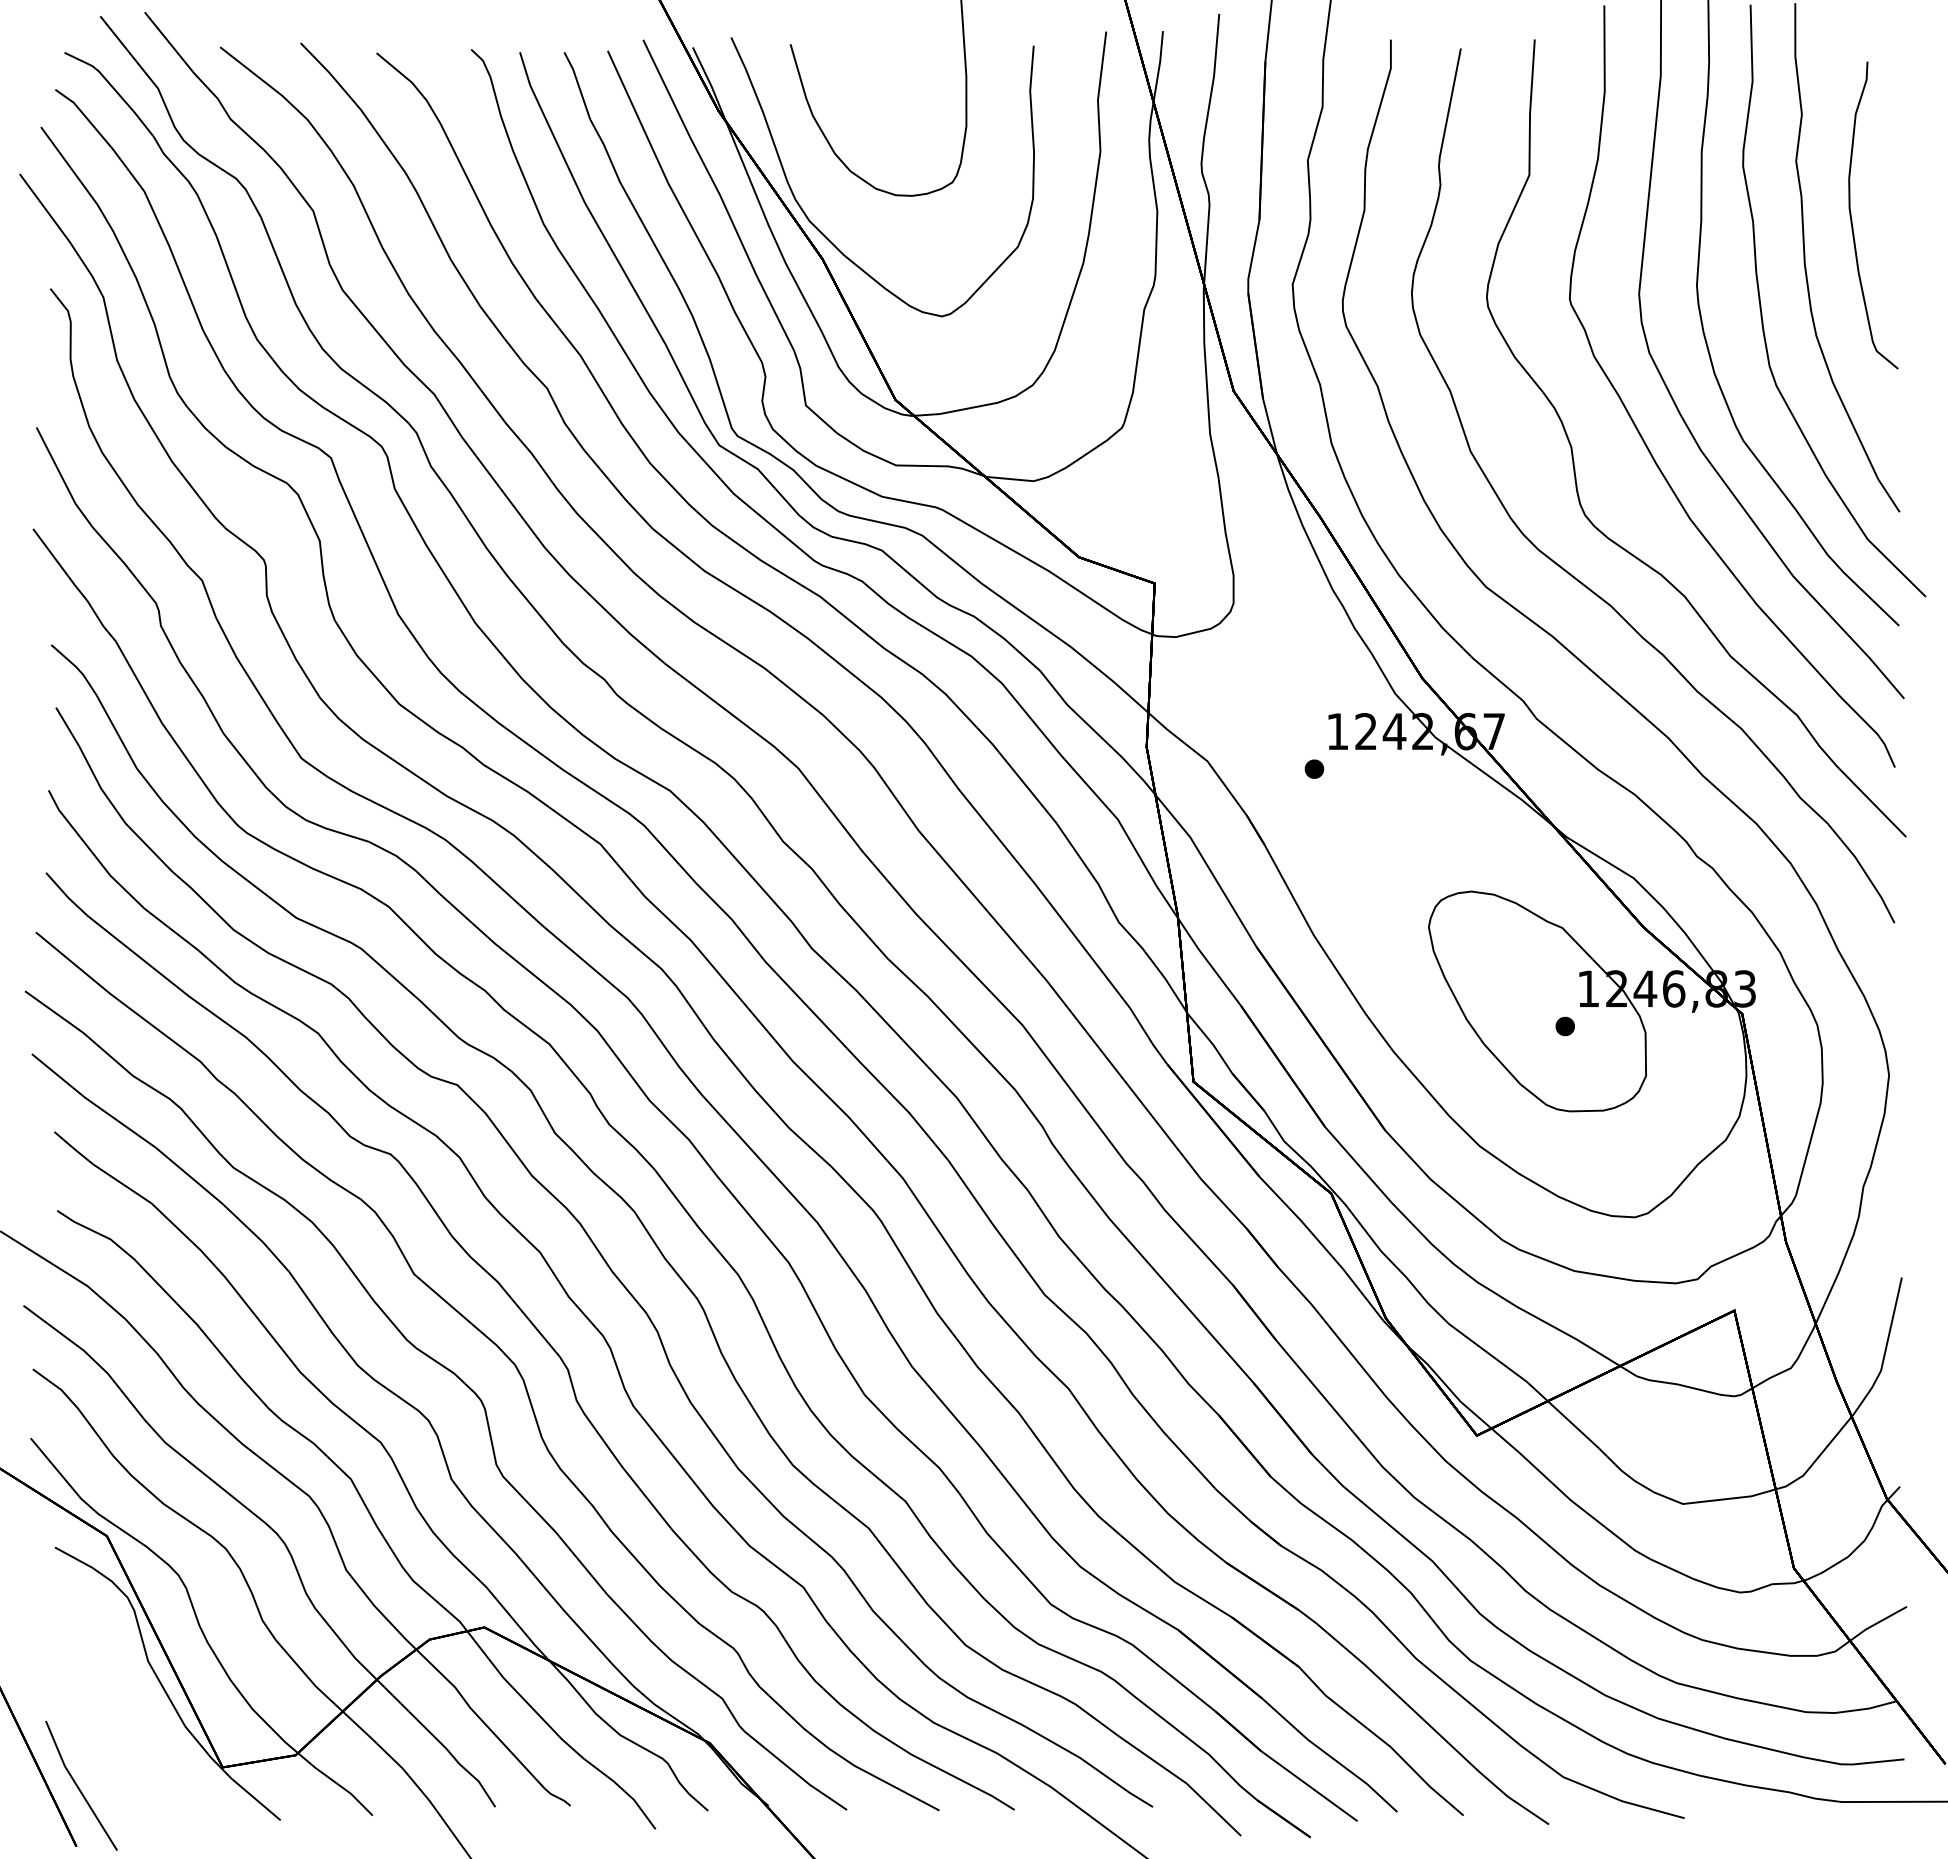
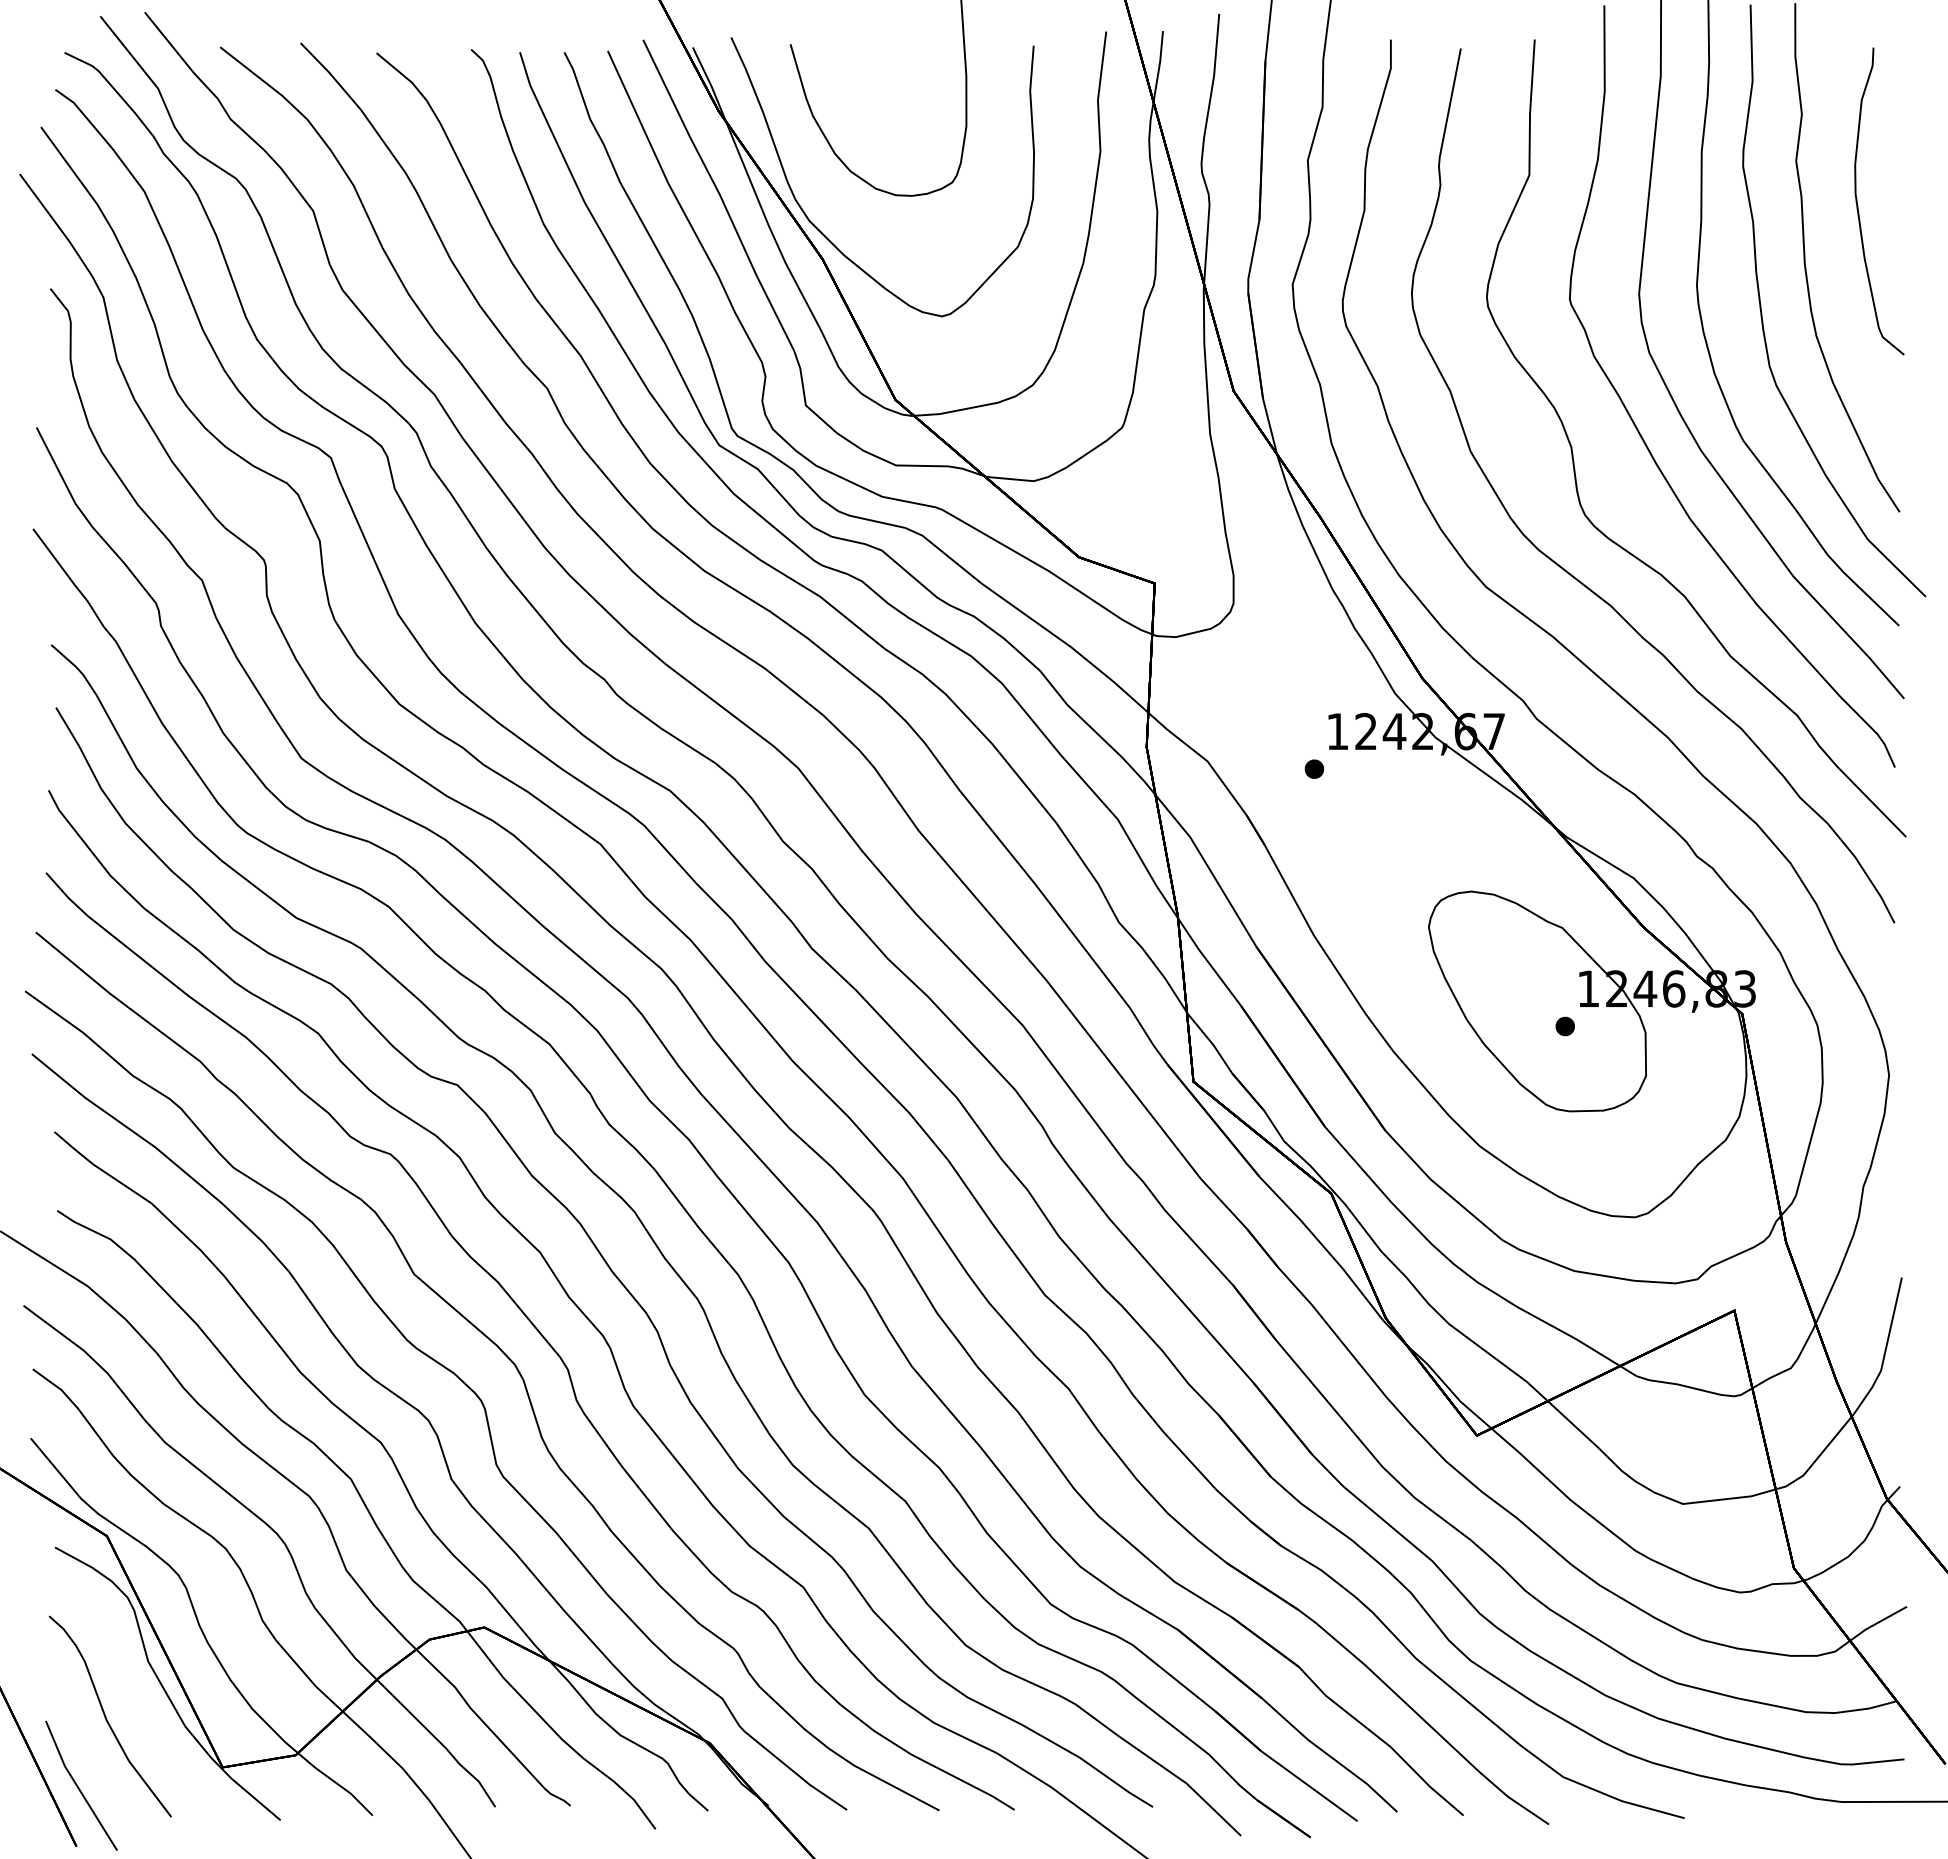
curve at (1852, 219) position: (1852, 219) -> (1858, 205)
curve at (106, 1716): none -> present
